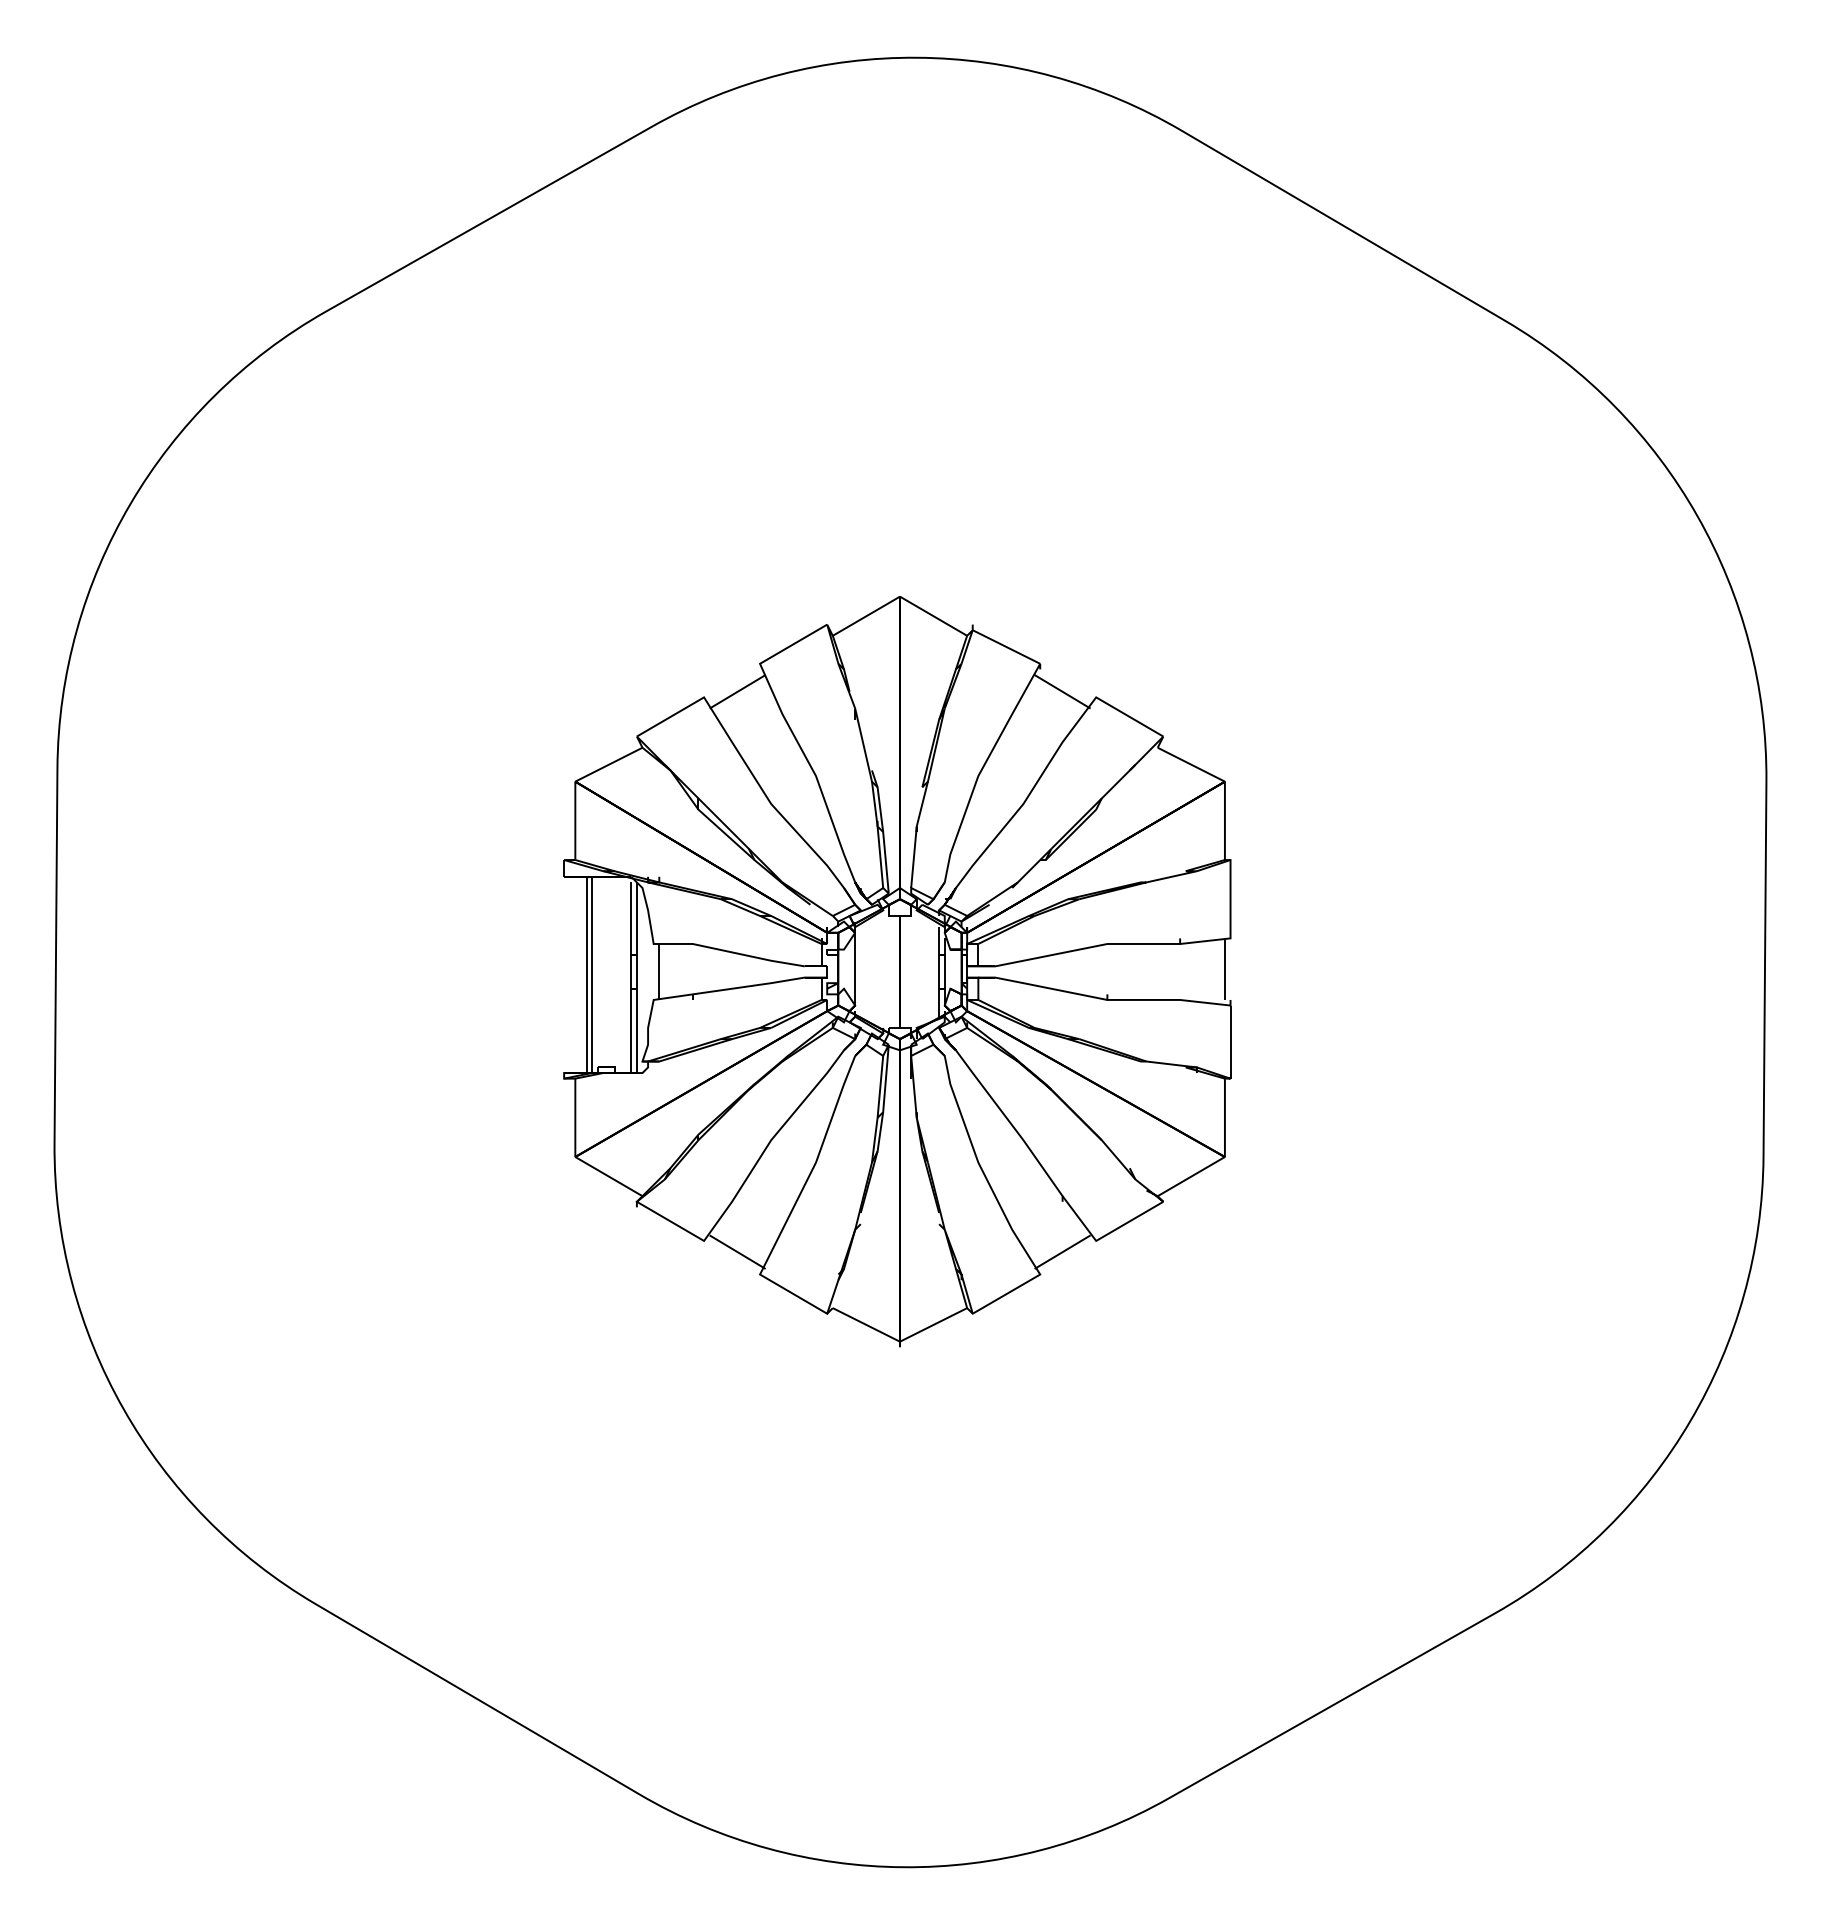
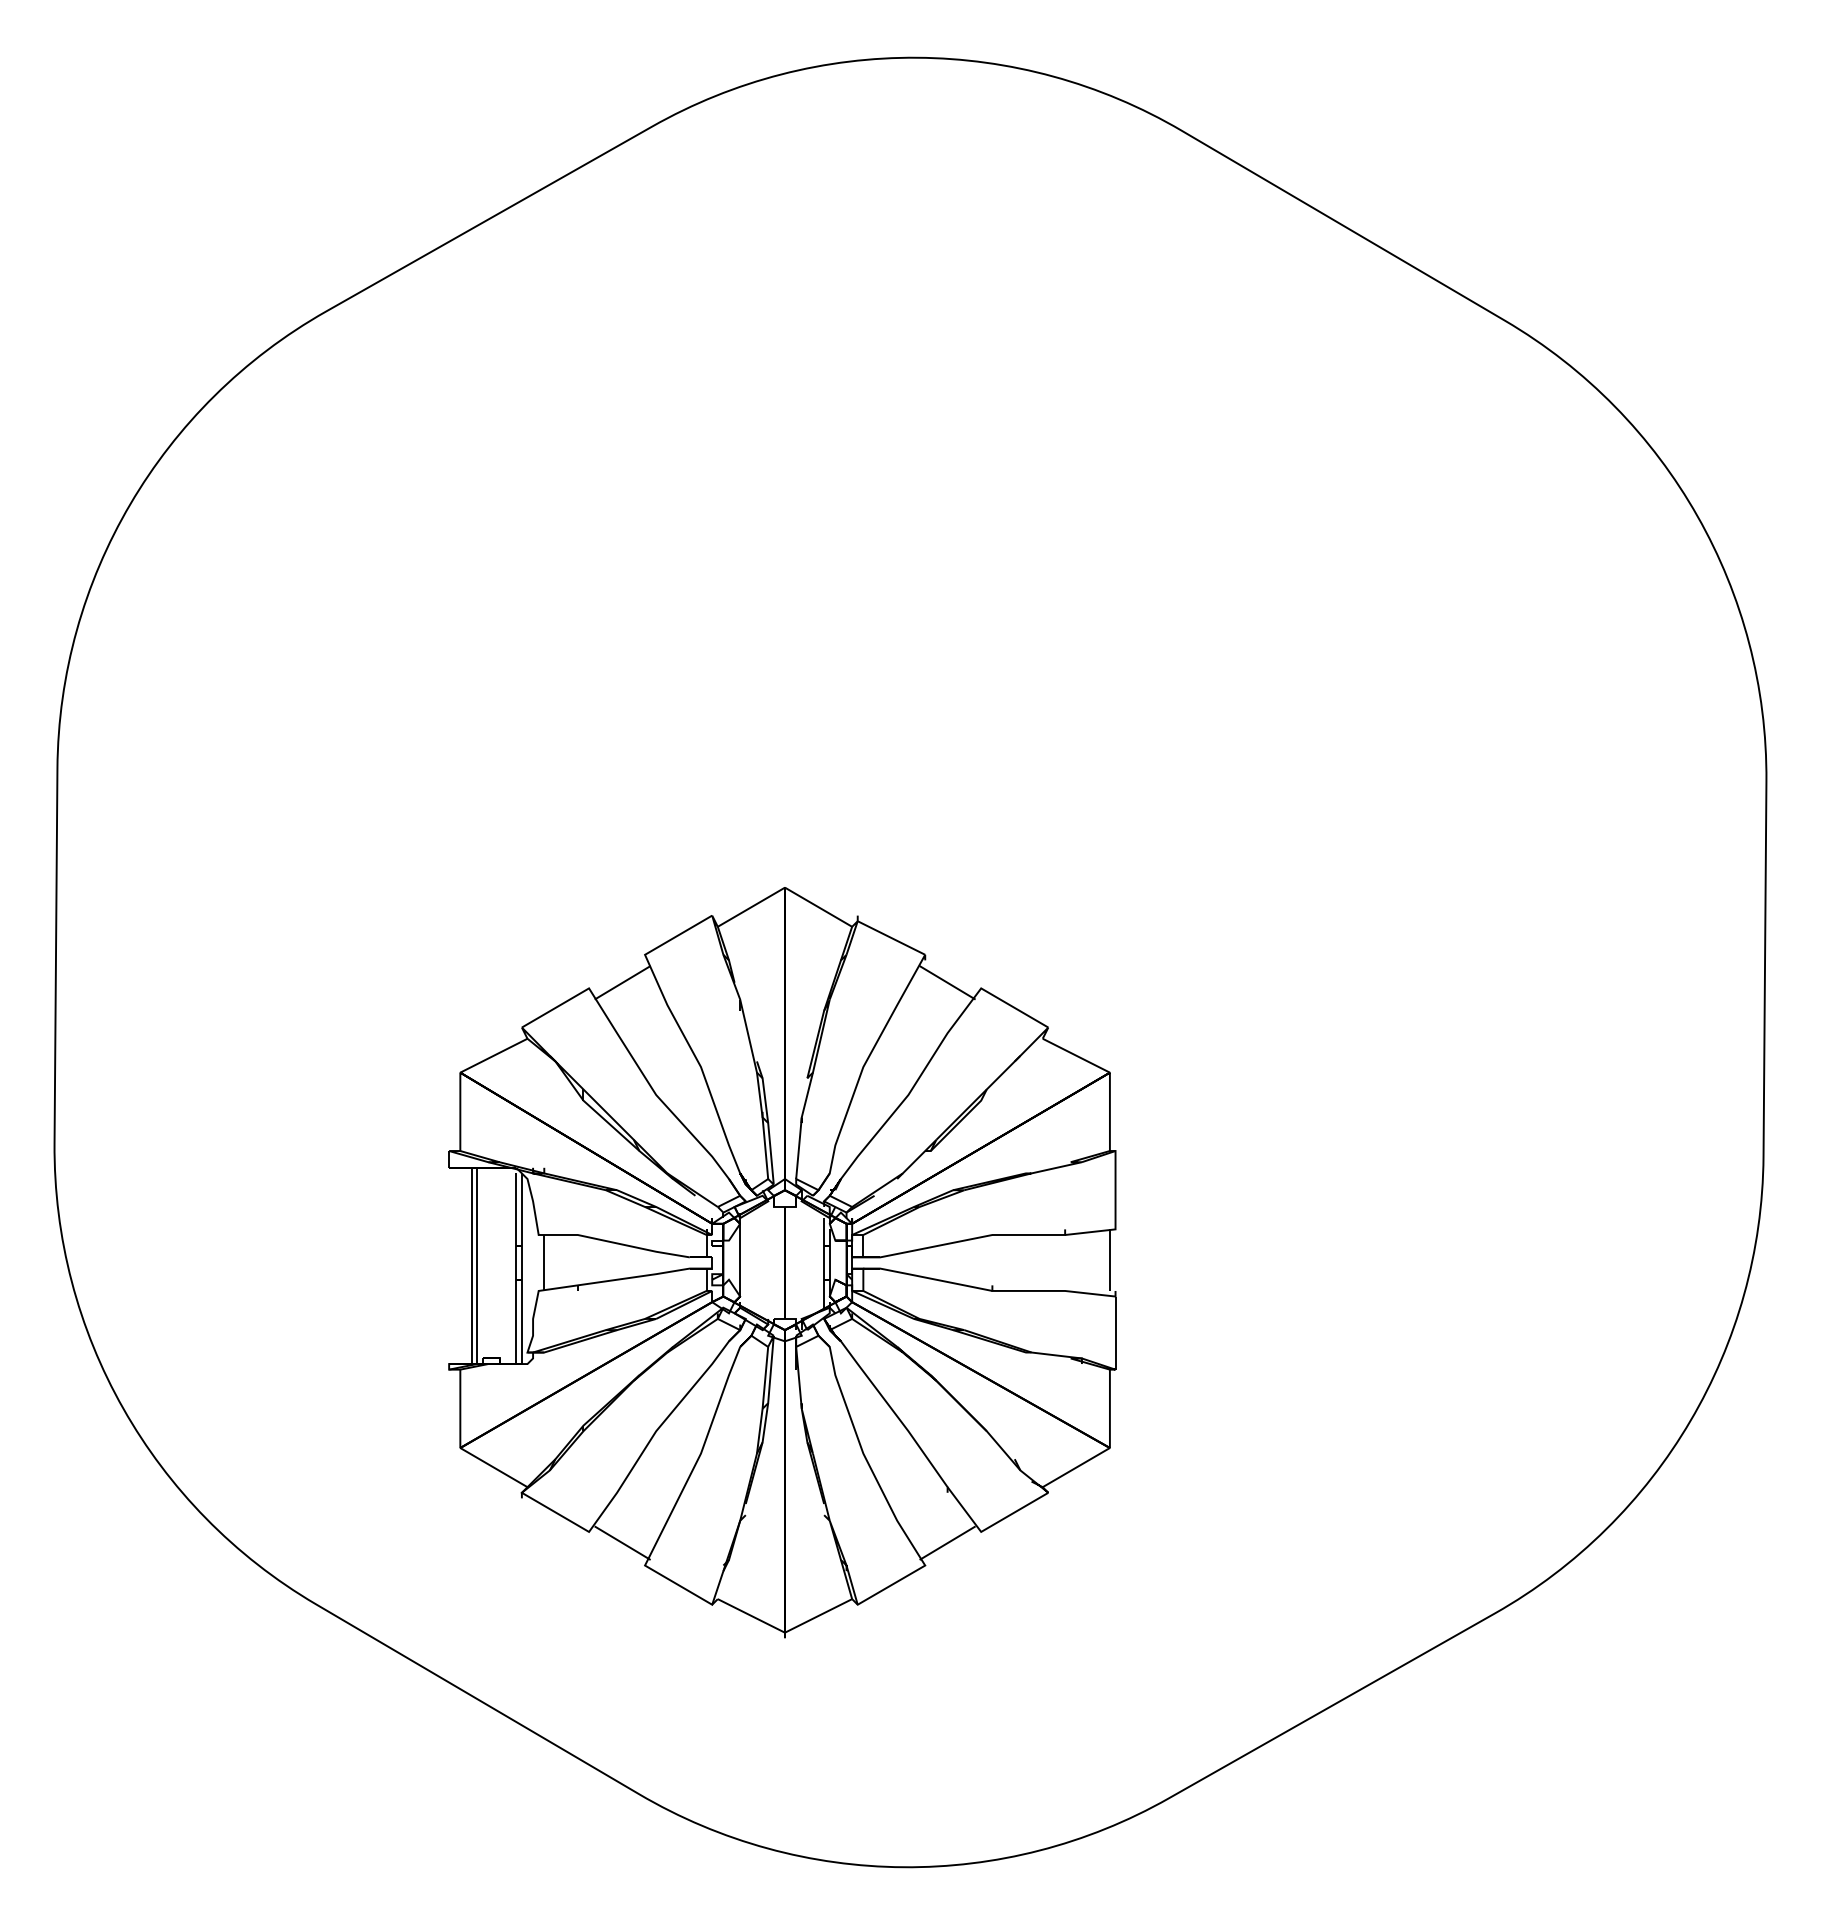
part at (897, 971) position: (897, 971) -> (782, 1262)
